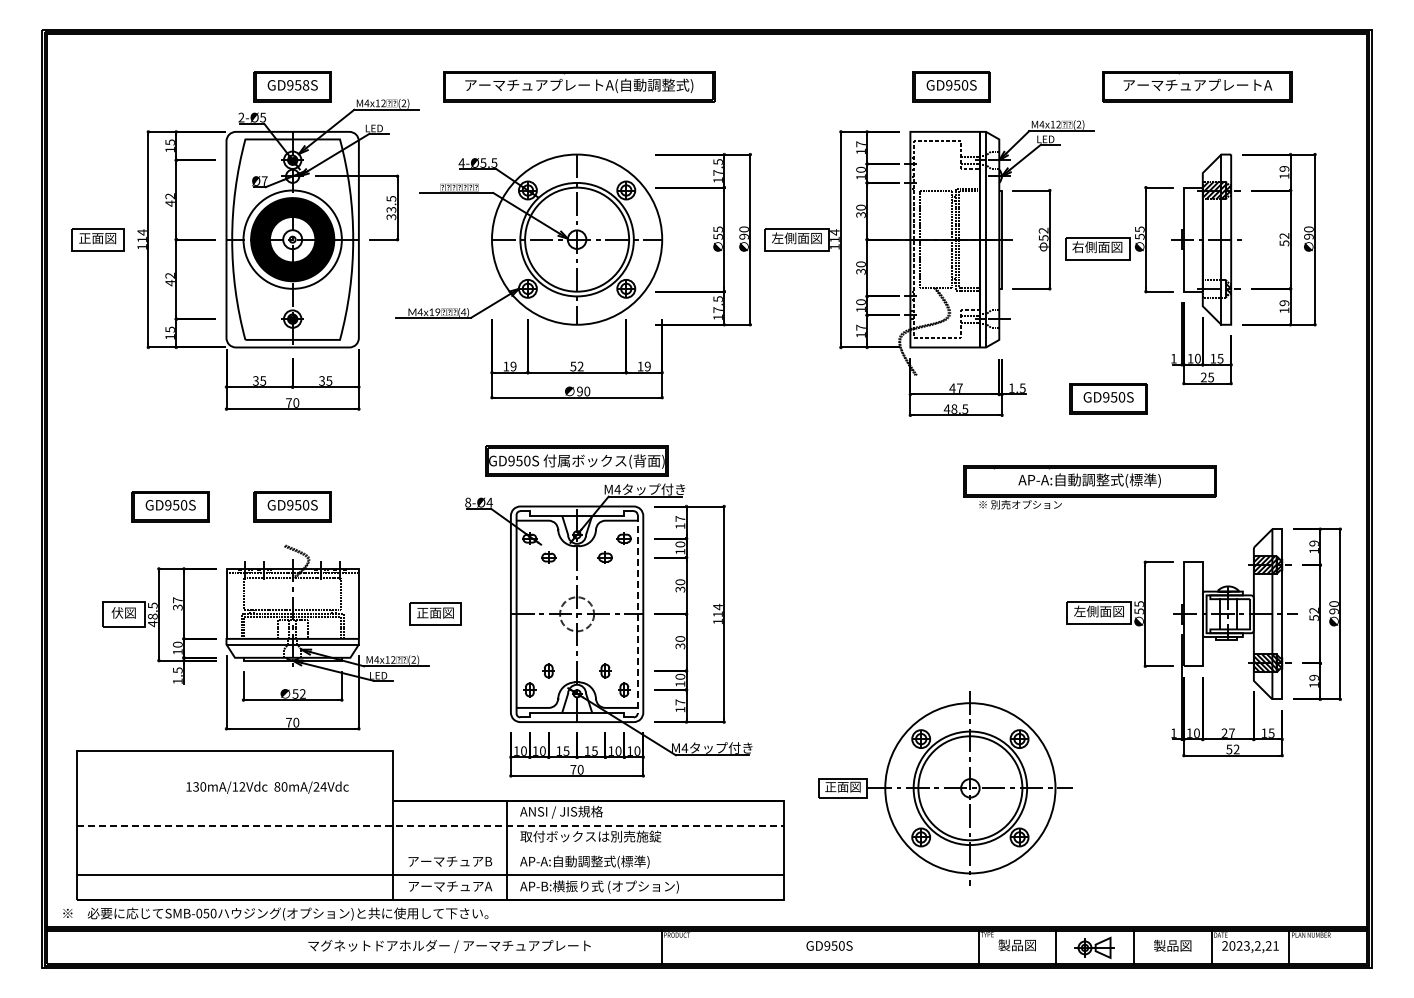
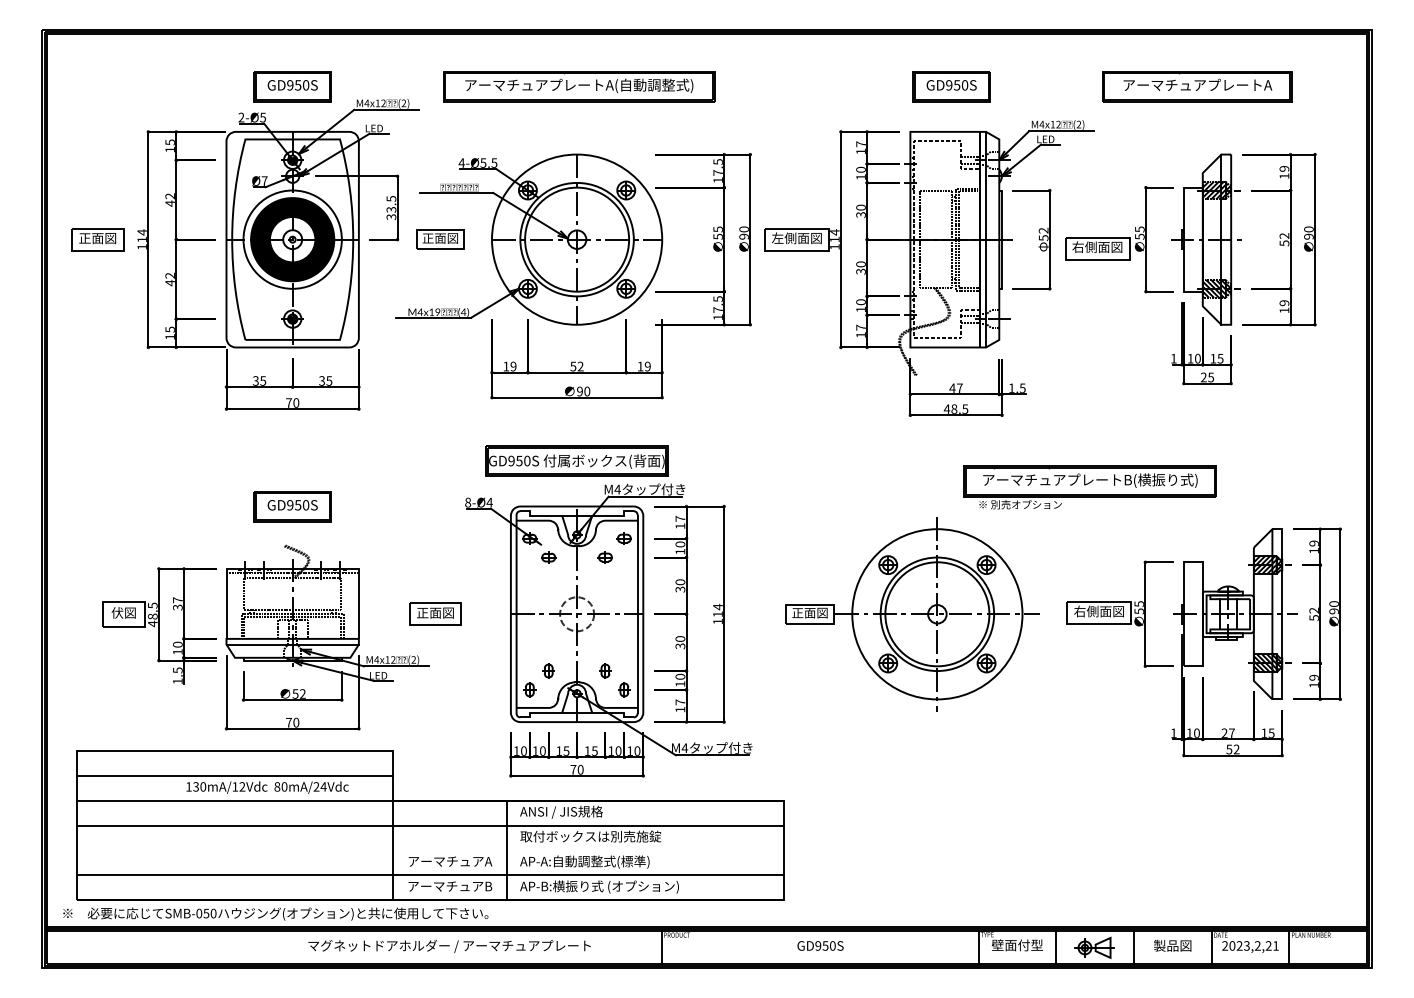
text at (306, 85): GD958S -> GD950S
part at (440, 239): none -> present
hatch at (1213, 288): none -> present
part at (1108, 398): present -> none
text at (1090, 480): AP-A:自動調整式(標準) -> アーマチュアプレートB(横振り式)
part at (170, 506): present -> none
text at (1079, 611): 左側面図 -> 右側面図
line at (637, 614): dashed -> solid
line at (234, 775): none -> present
part at (945, 788) position: (945, 788) -> (912, 614)
line at (234, 800): none -> present
line at (430, 825): dashed -> solid
text at (450, 861): アーマチュアB -> アーマチュアA
text at (450, 886): アーマチュアA -> アーマチュアB
text at (829, 945) position: (829, 945) -> (820, 945)
text at (1016, 945): 製品図 -> 壁面付型
